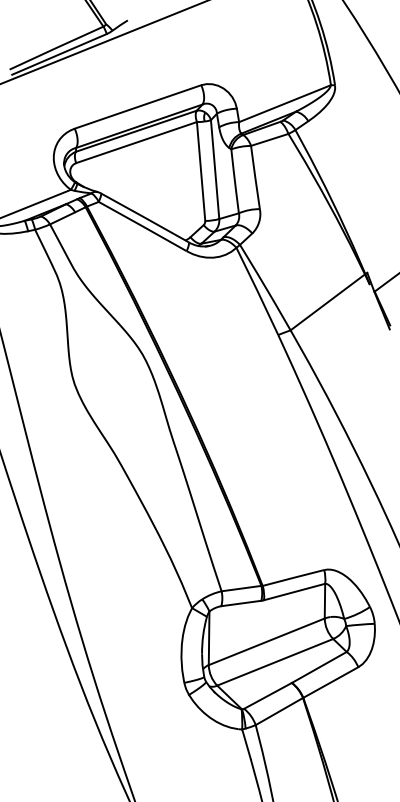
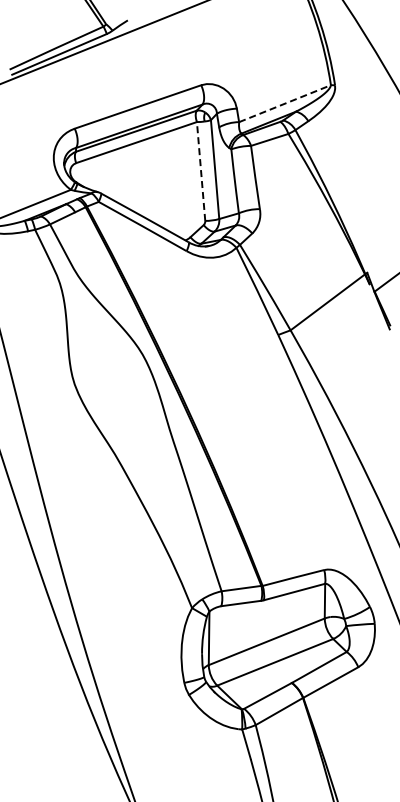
line at (285, 103): solid -> dashed
line at (201, 171): solid -> dashed
